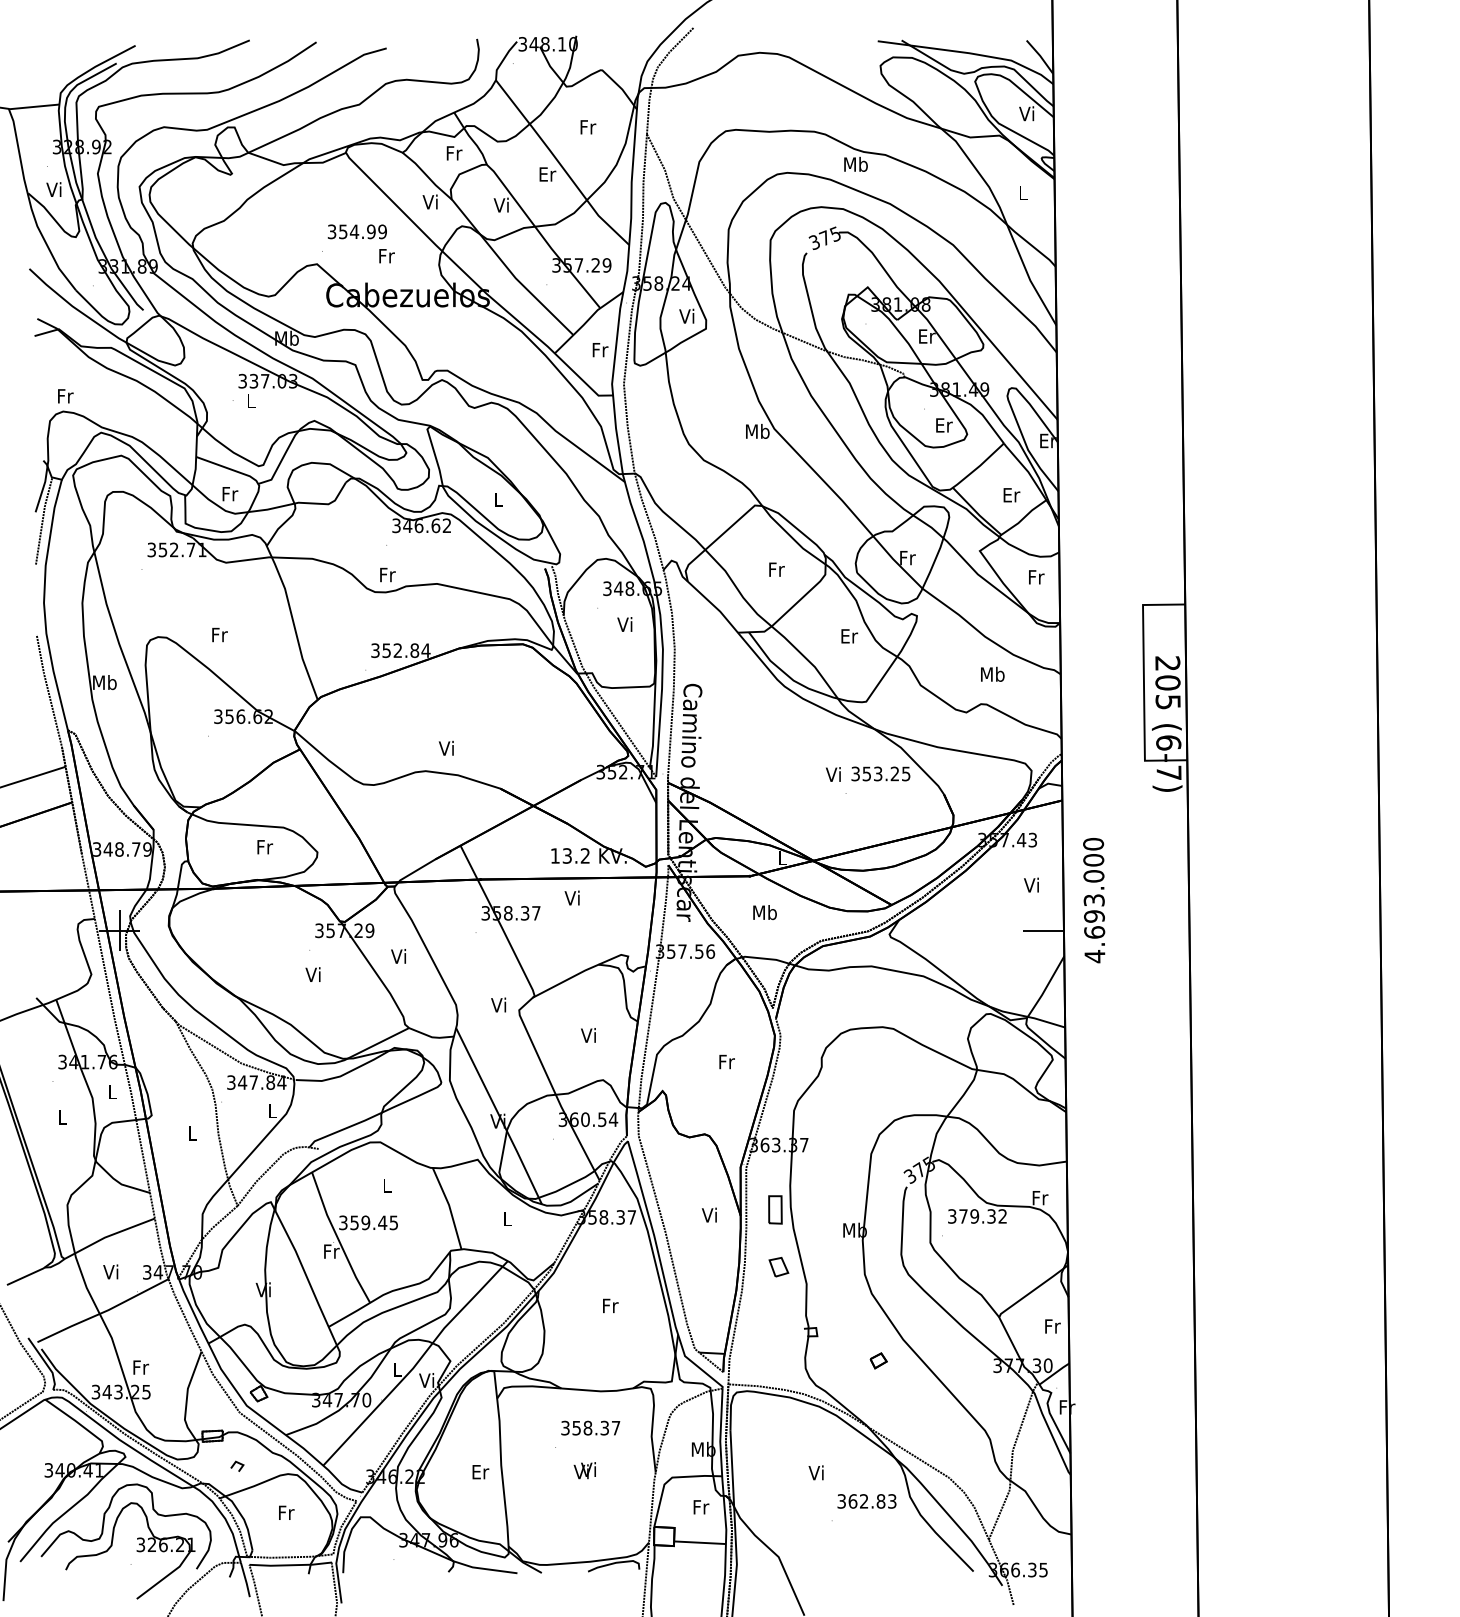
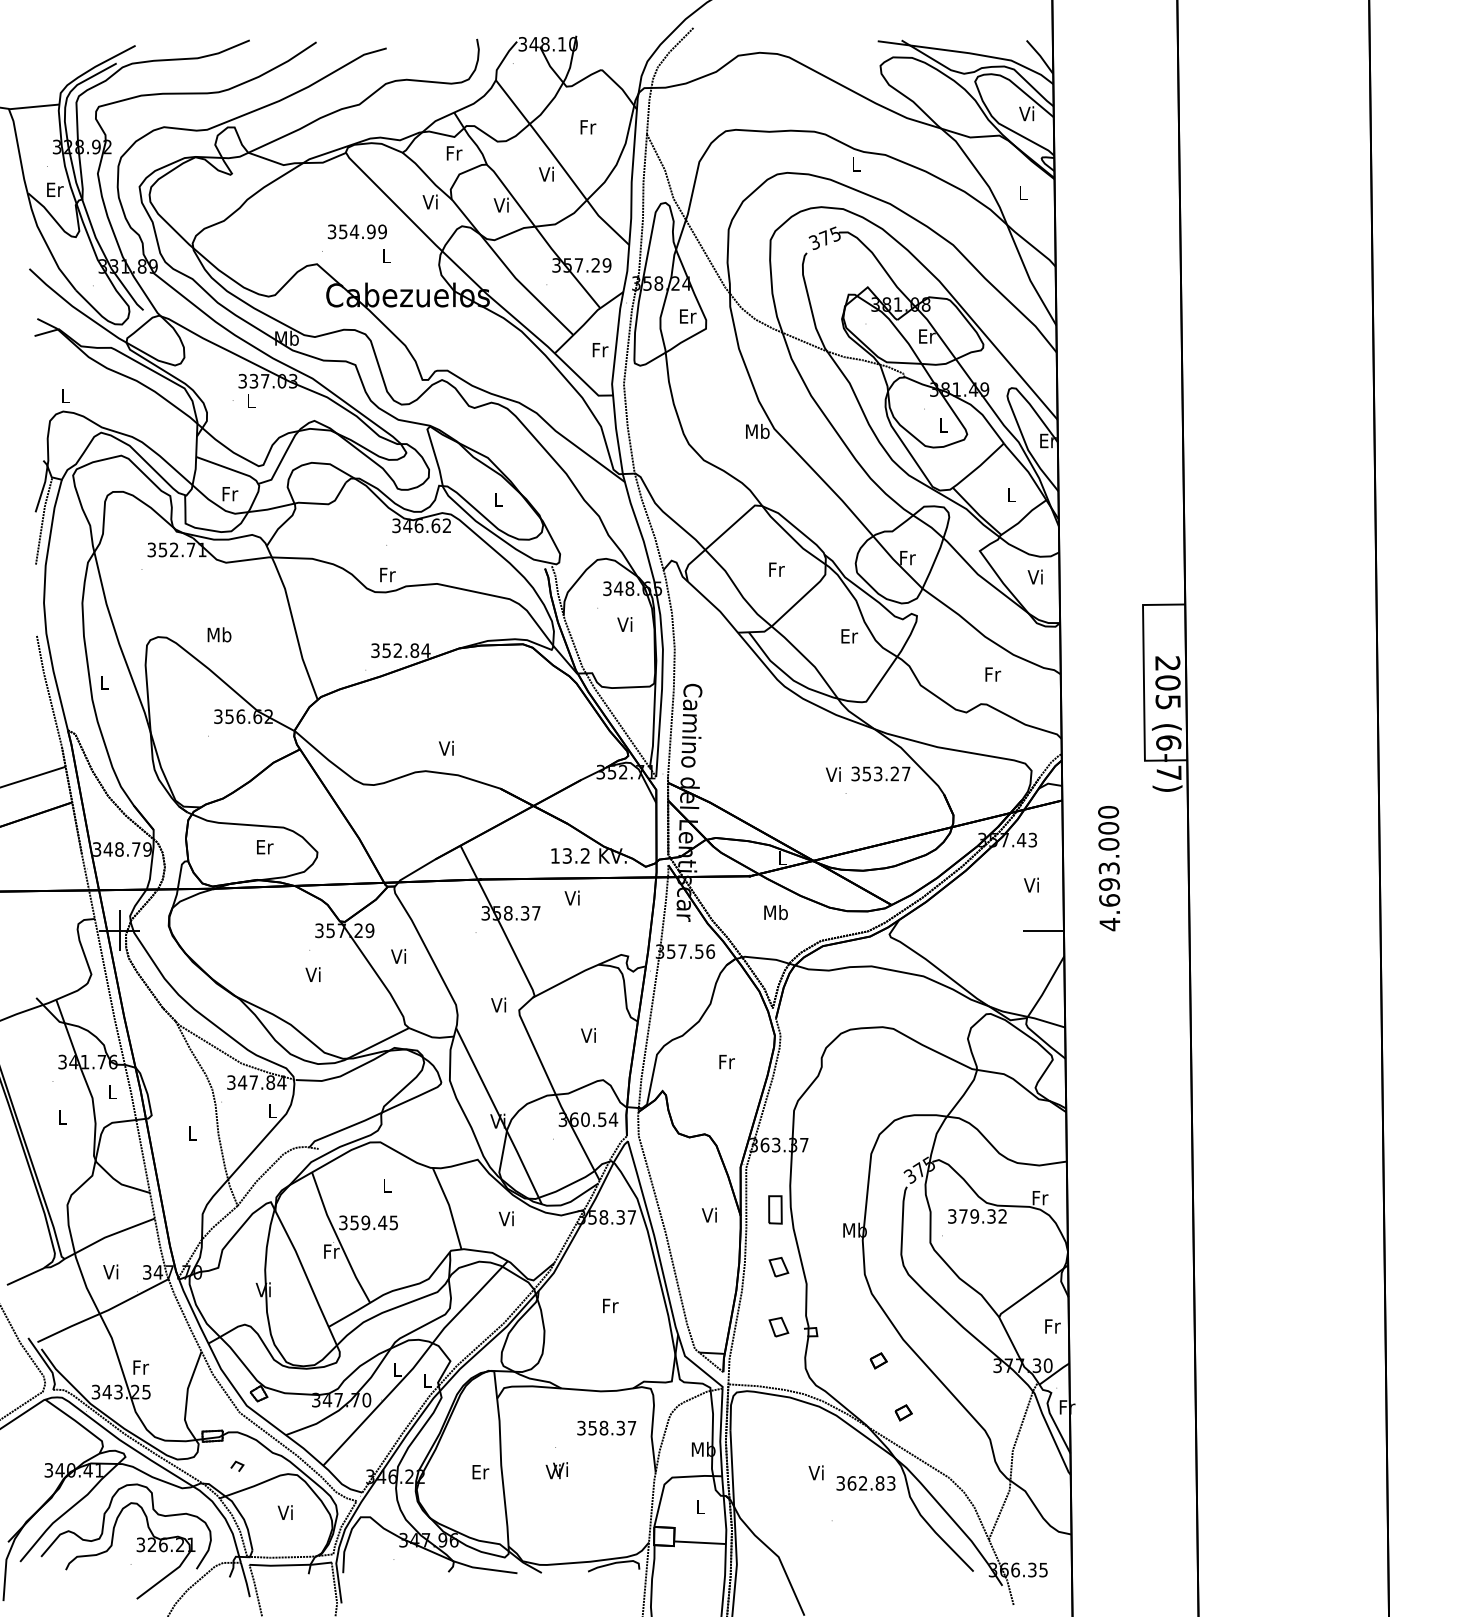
text at (855, 163): Mb -> L
text at (547, 173): Er -> Vi
text at (54, 189): Vi -> Er
text at (386, 256): Fr -> L
text at (687, 315): Vi -> Er
text at (65, 396): Fr -> L
text at (944, 425): Er -> L
text at (1011, 495): Er -> L
text at (1035, 576): Fr -> Vi
text at (219, 634): Fr -> Mb
text at (992, 673): Mb -> Fr
text at (104, 682): Mb -> L
text at (906, 774): 353.25 -> 353.27
text at (265, 847): Fr -> Er
text at (1094, 900) position: (1094, 900) -> (1109, 868)
text at (764, 912) position: (764, 912) -> (775, 912)
text at (505, 1218): L -> Vi
part at (778, 1327): none -> present
text at (426, 1380): Vi -> L
part at (903, 1412): none -> present
text at (590, 1427) position: (590, 1427) -> (606, 1427)
text at (584, 1470) position: (584, 1470) -> (556, 1470)
text at (866, 1501) position: (866, 1501) -> (865, 1483)
text at (701, 1507): Fr -> L
text at (285, 1512): Fr -> Vi
